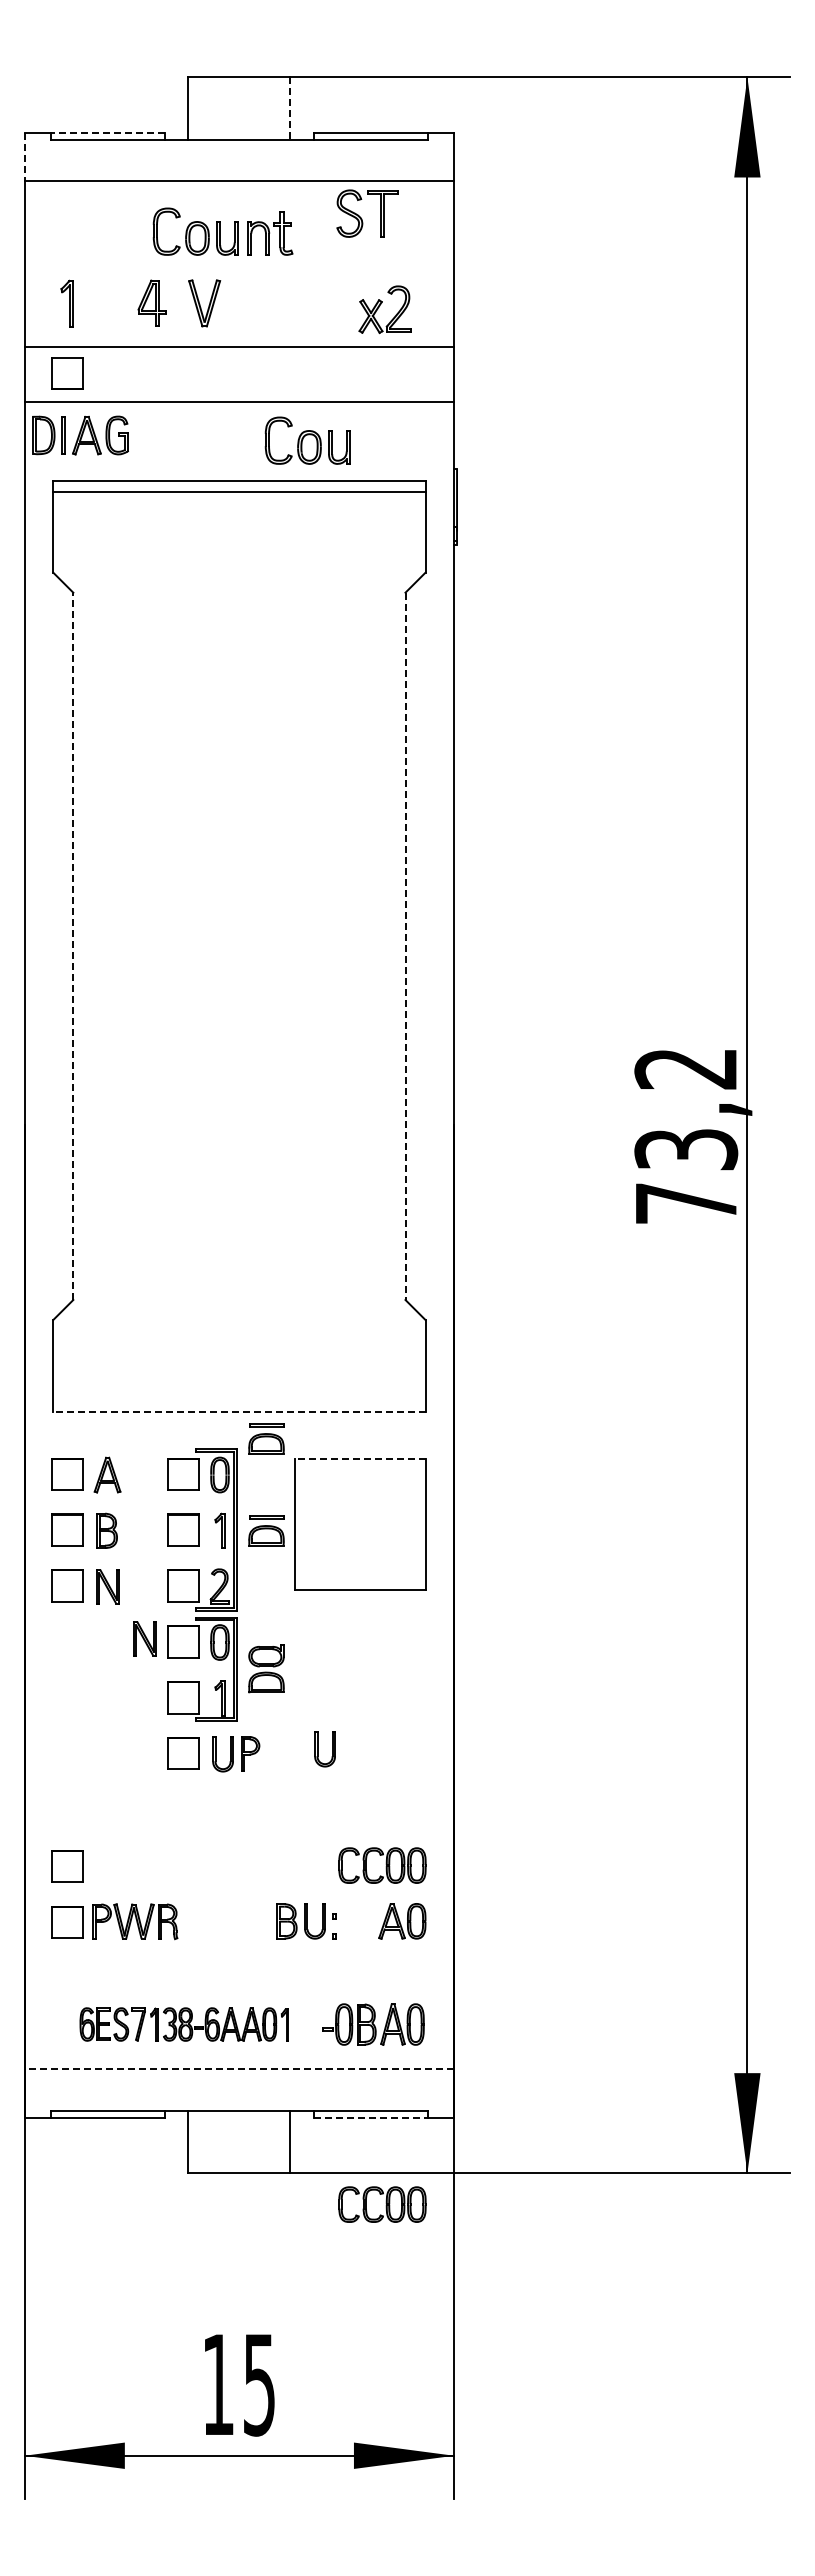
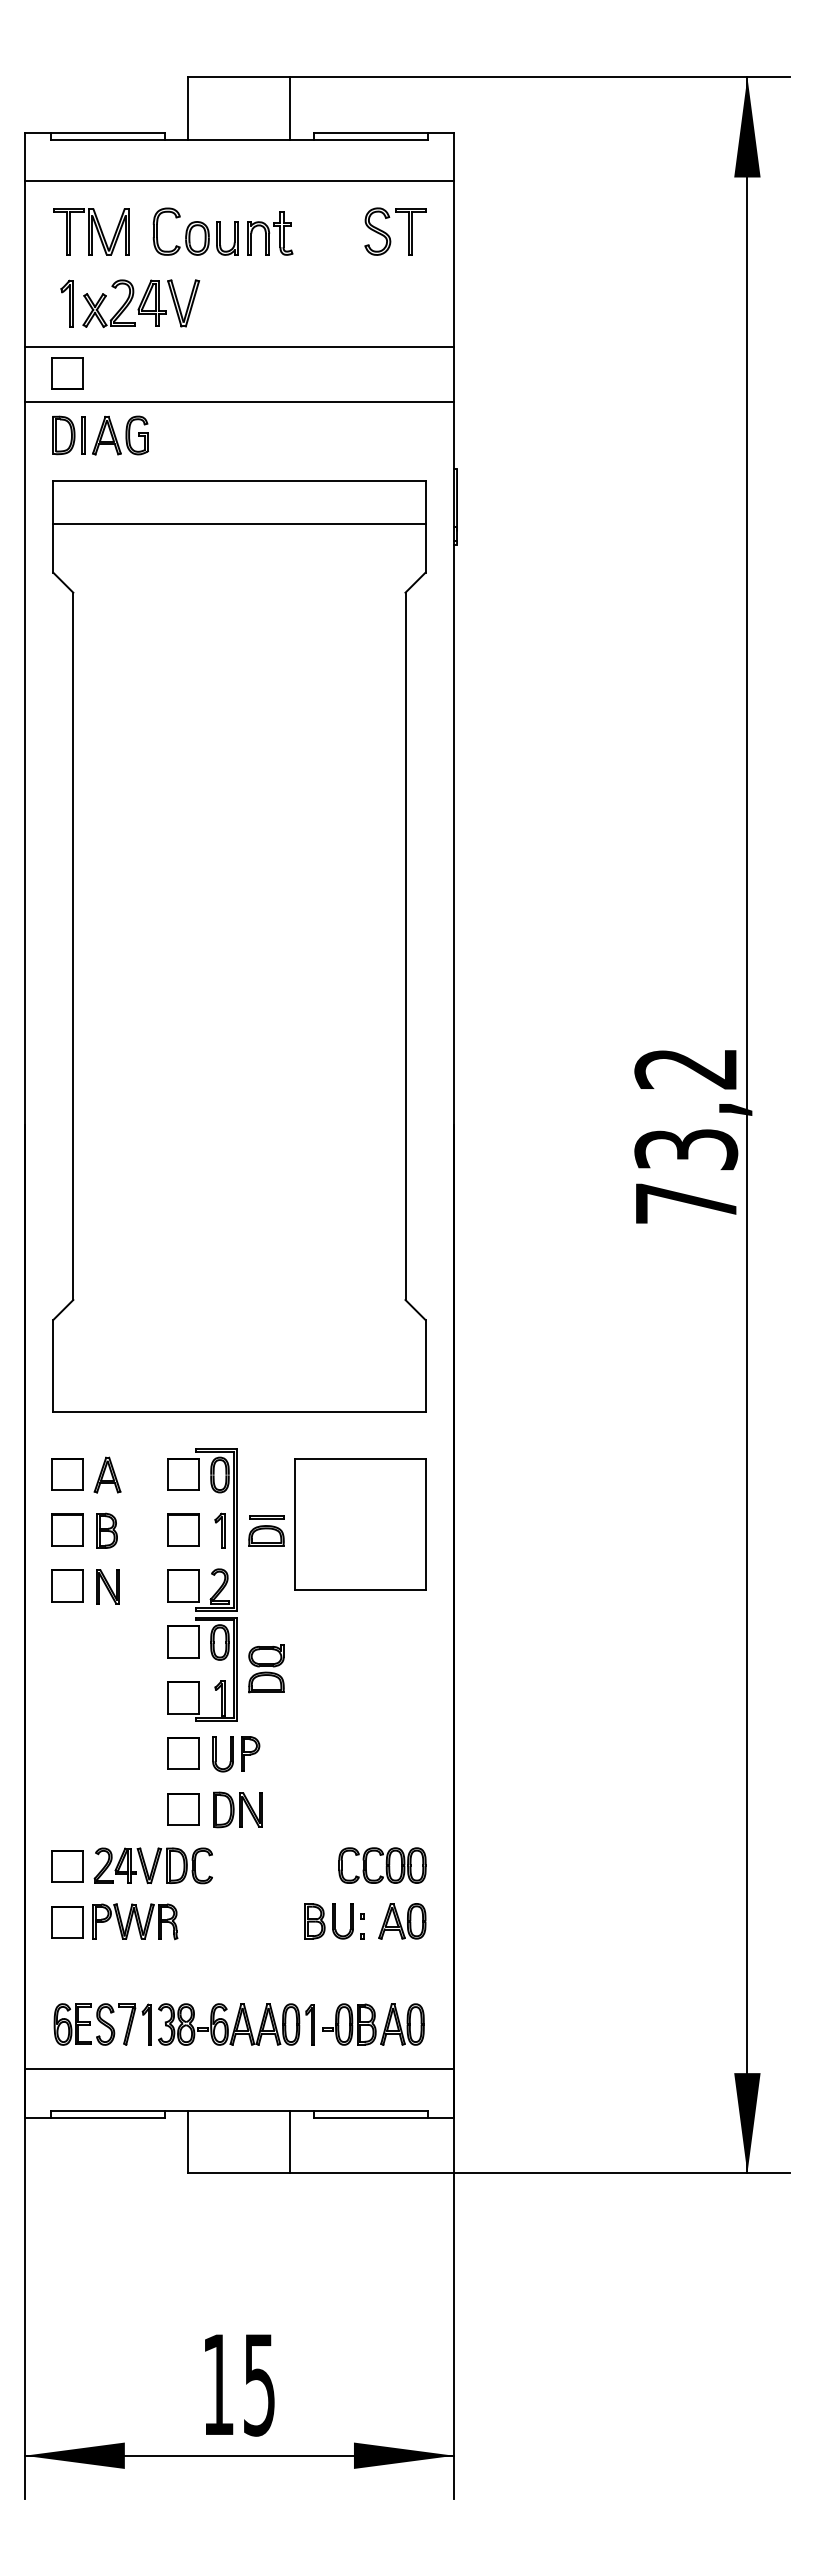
line at (290, 109): dashed -> solid
line at (107, 133): dashed -> solid
line at (24, 157): dashed -> solid
part at (361, 217) position: (361, 217) -> (389, 235)
part at (91, 231): none -> present
part at (204, 303) position: (204, 303) -> (183, 303)
part at (384, 309) position: (384, 309) -> (108, 303)
part at (80, 435) position: (80, 435) -> (100, 435)
part at (307, 440): present -> none
line at (239, 491) position: (239, 491) -> (239, 523)
line at (73, 946): dashed -> solid
line at (405, 946): dashed -> solid
line at (238, 1411): dashed -> solid
part at (266, 1438): present -> none
line at (359, 1459): dashed -> solid
part at (144, 1638): present -> none
part at (324, 1749): present -> none
part at (183, 1809): none -> present
part at (237, 1809): none -> present
part at (152, 1865): none -> present
part at (306, 1921) position: (306, 1921) -> (334, 1921)
part at (183, 2024) size: 210x35 px -> 262x43 px
line at (239, 2069): dashed -> solid
line at (371, 2117): dashed -> solid
part at (382, 2204): present -> none
